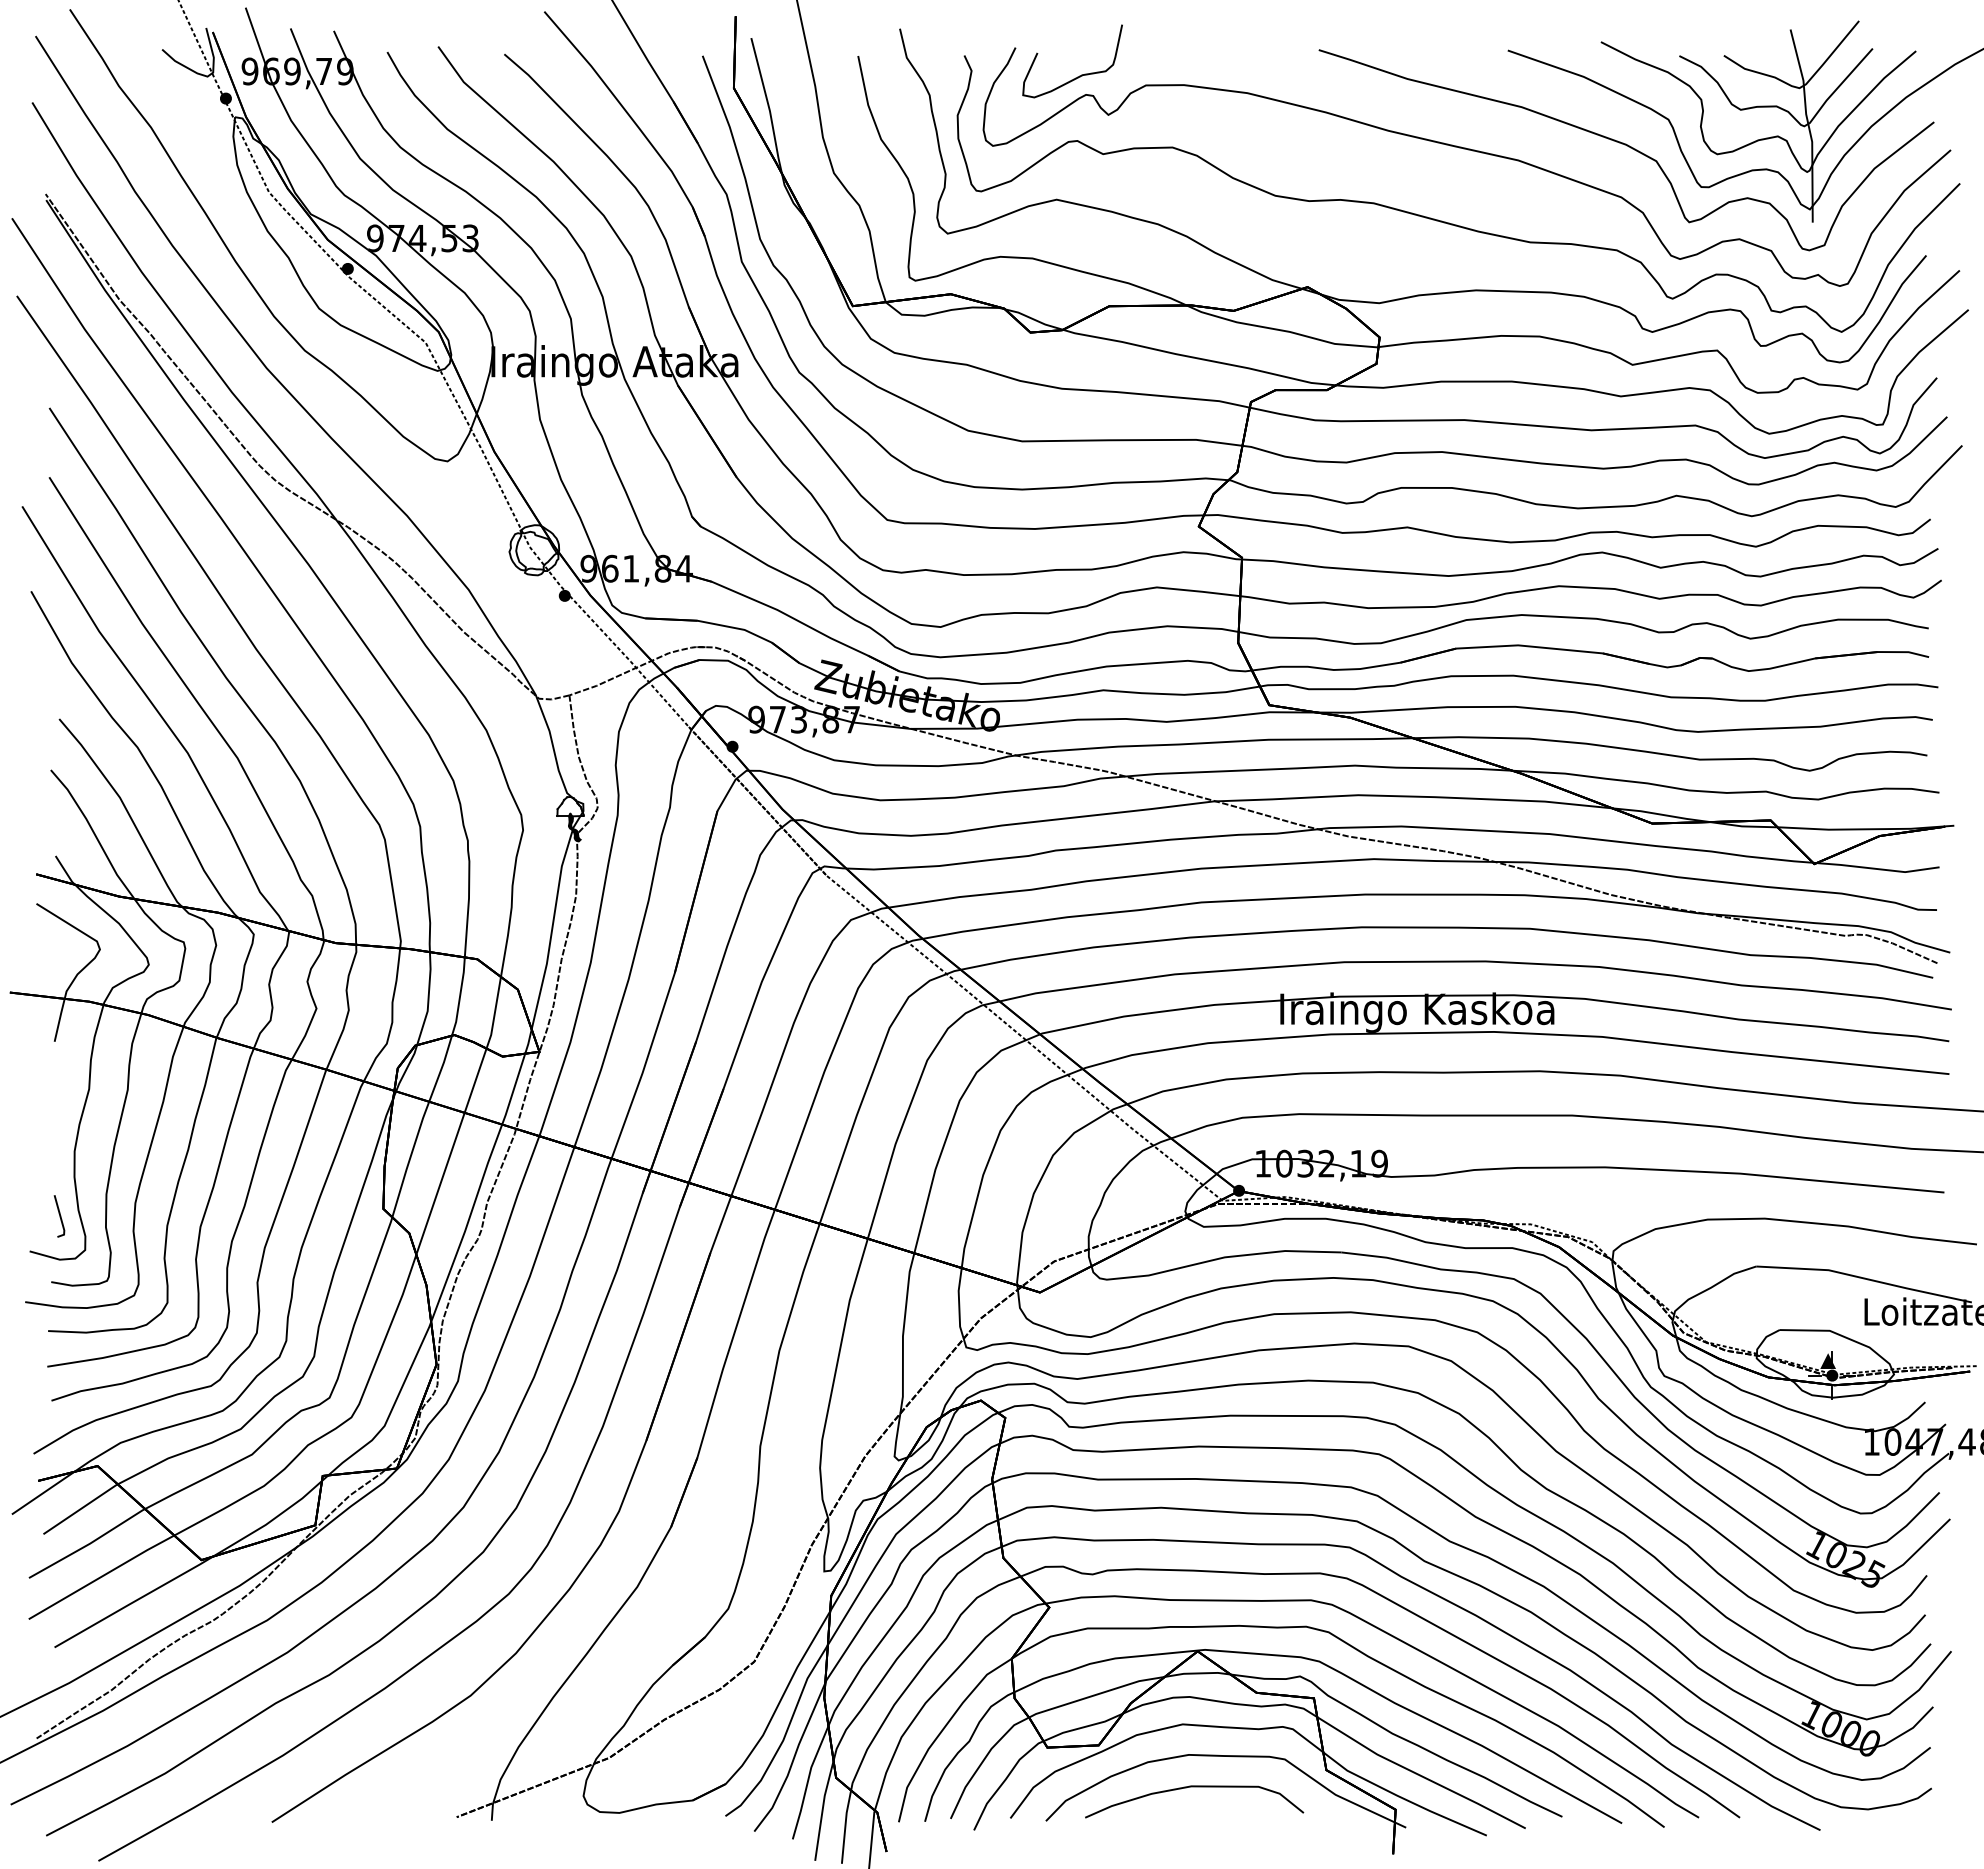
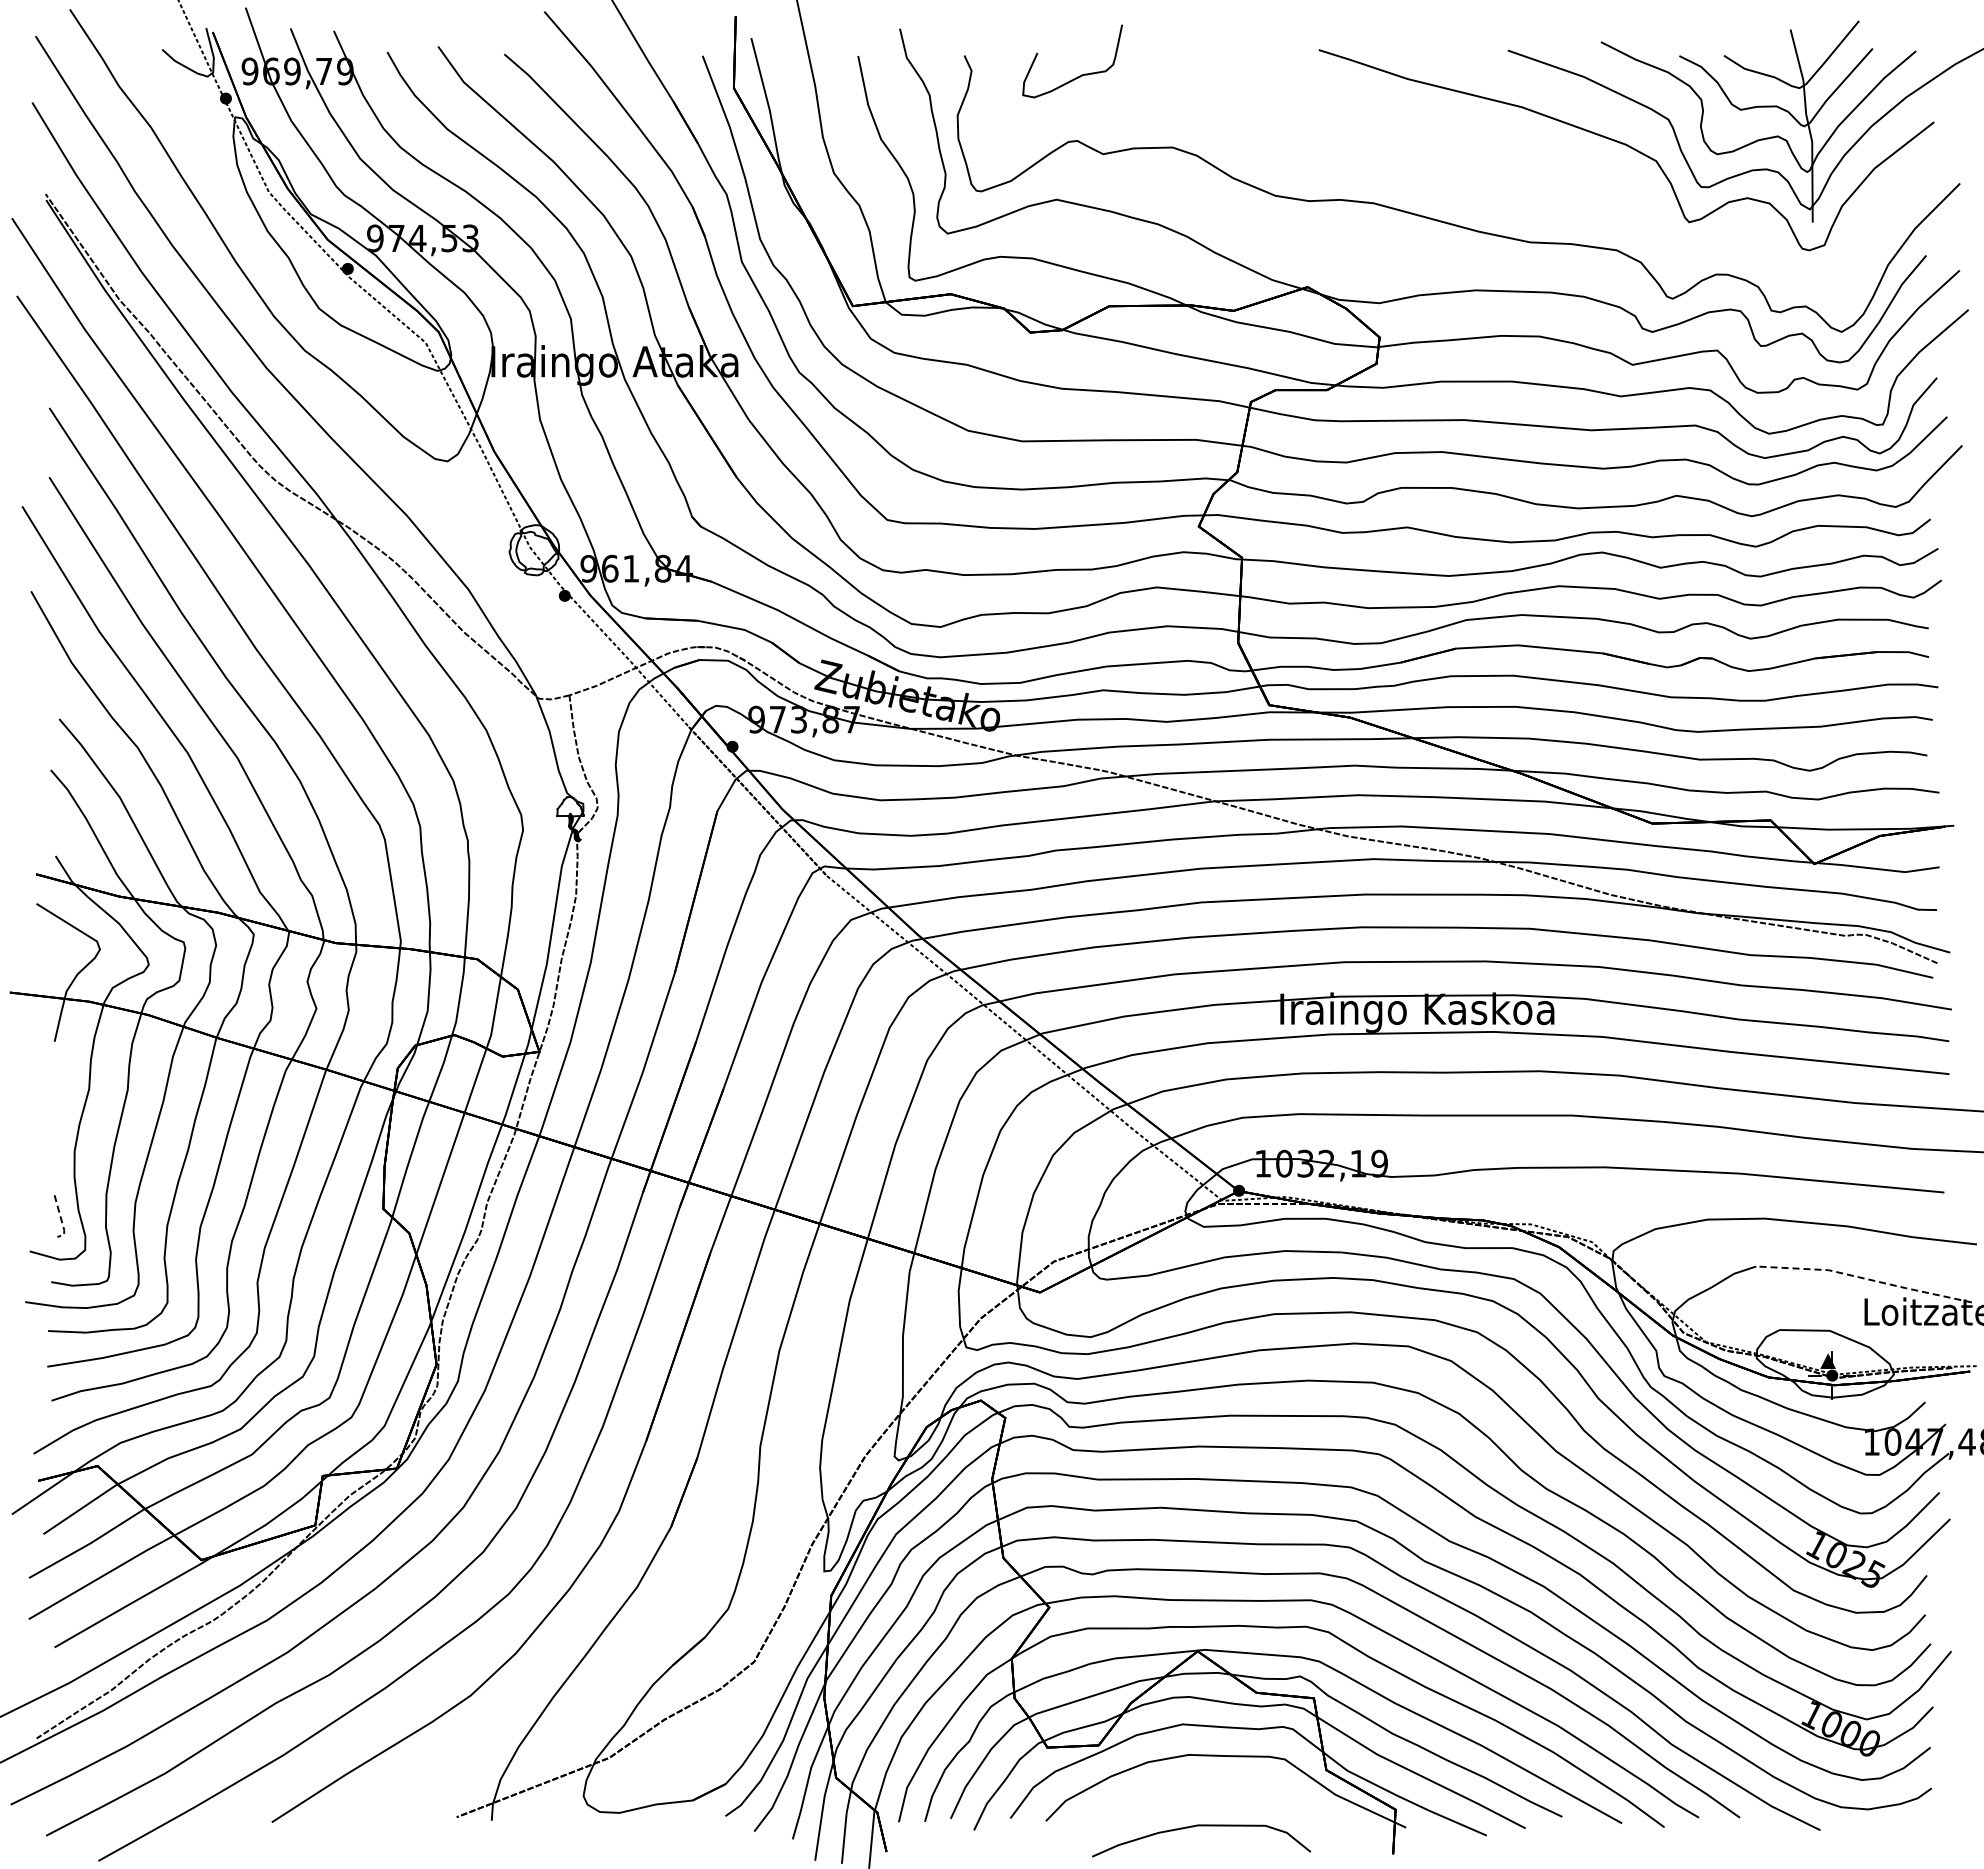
curve at (1468, 150): present -> none
line at (61, 1219): solid -> dashed
line at (1864, 1278): solid -> dashed
curve at (1194, 1787) position: (1194, 1787) -> (1201, 1826)
